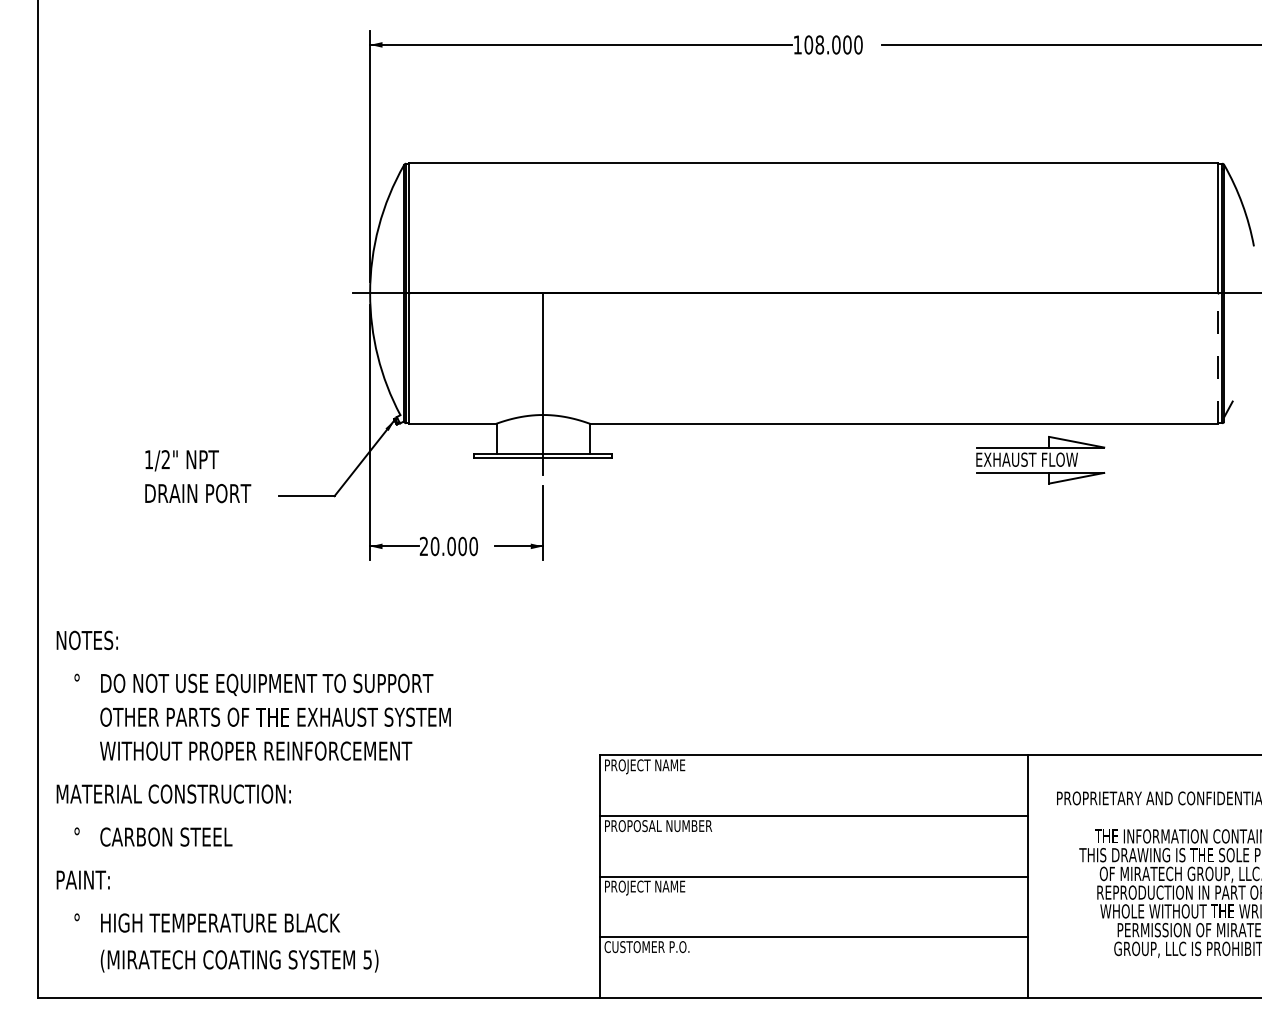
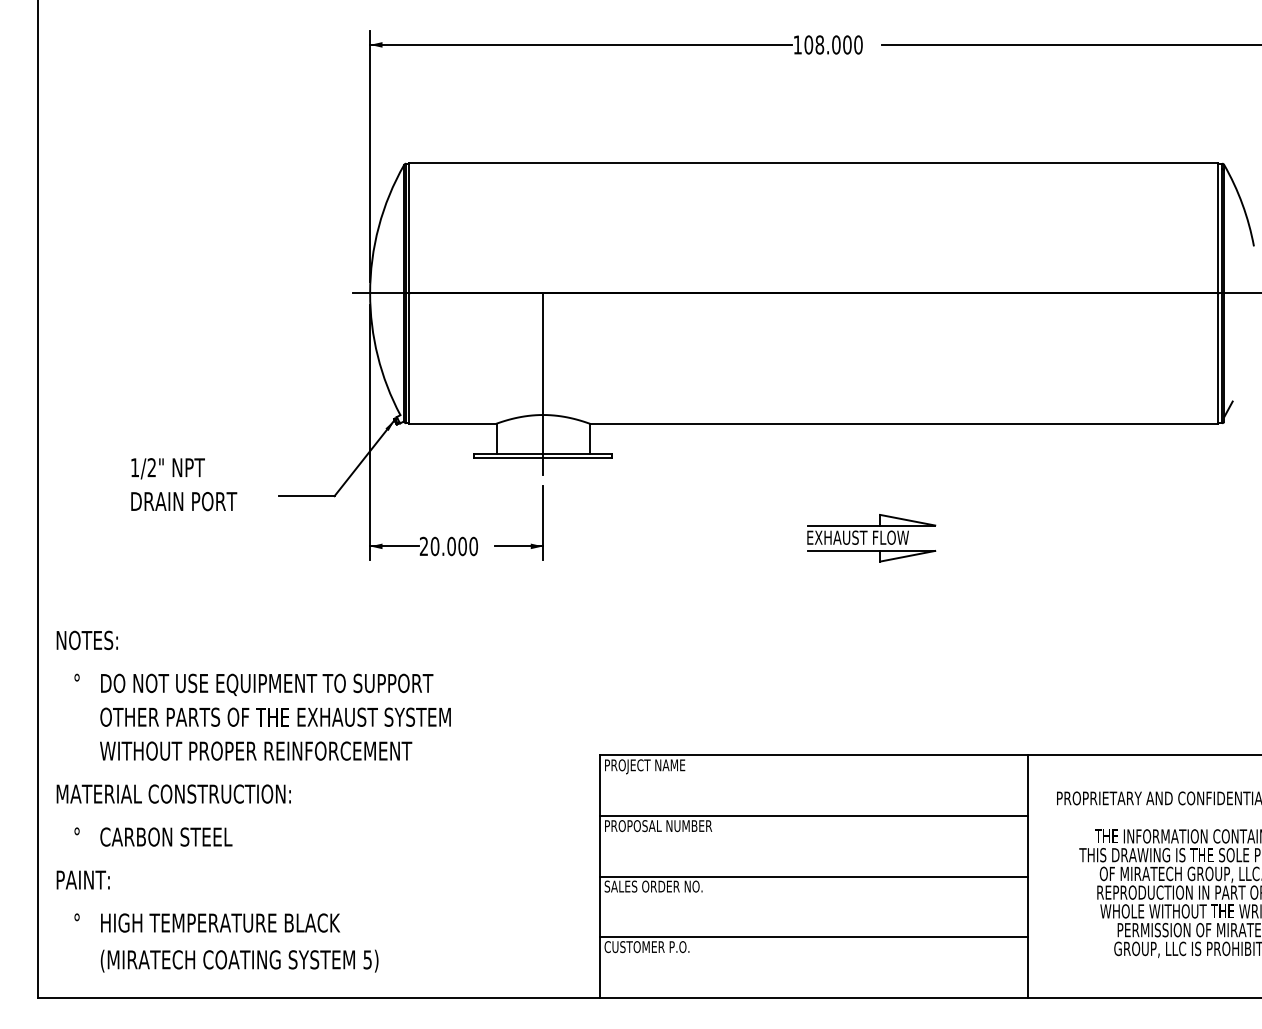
line at (1217, 358): dashed -> solid
part at (1040, 460) position: (1040, 460) -> (871, 538)
text at (198, 476) position: (198, 476) -> (184, 484)
text at (653, 887): PROJECT NAME -> SALES ORDER NO.
